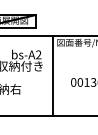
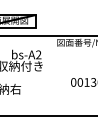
line at (52, 76): present -> none
